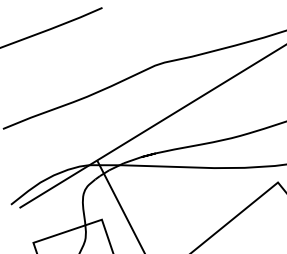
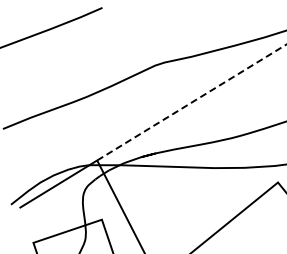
line at (191, 102): solid -> dashed
